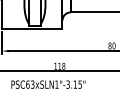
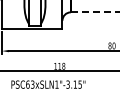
line at (95, 12): solid -> dashed
